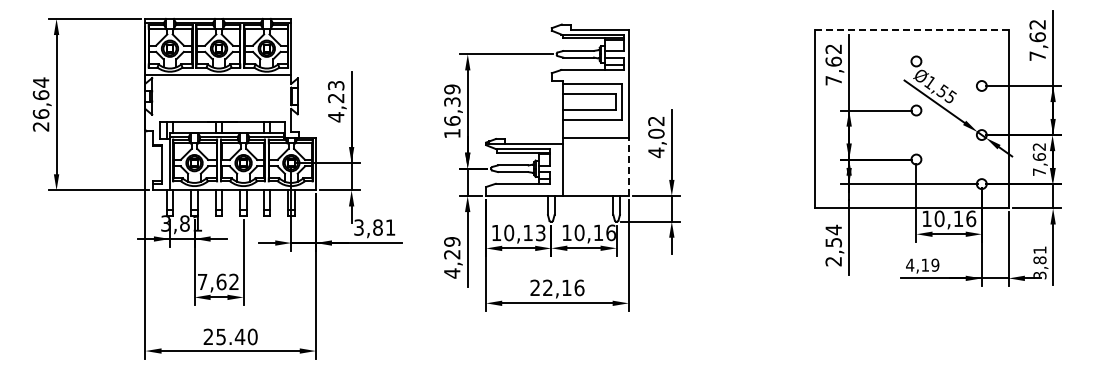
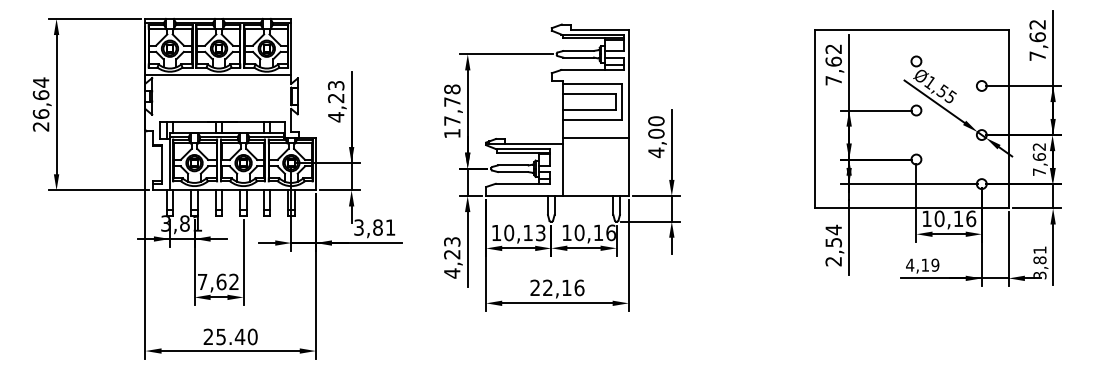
line at (911, 30): dashed -> solid
text at (452, 104): 16,39 -> 17,78
text at (656, 121): 4,02 -> 4,00
line at (628, 166): dashed -> solid
text at (452, 241): 4,29 -> 4,23
